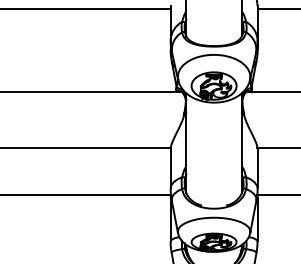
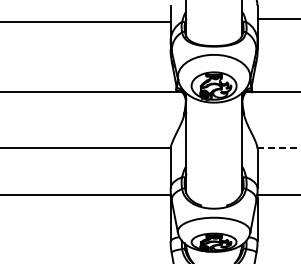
line at (86, 8) position: (86, 8) -> (86, 21)
line at (277, 8) position: (277, 8) -> (277, 18)
line at (279, 147): solid -> dashed
